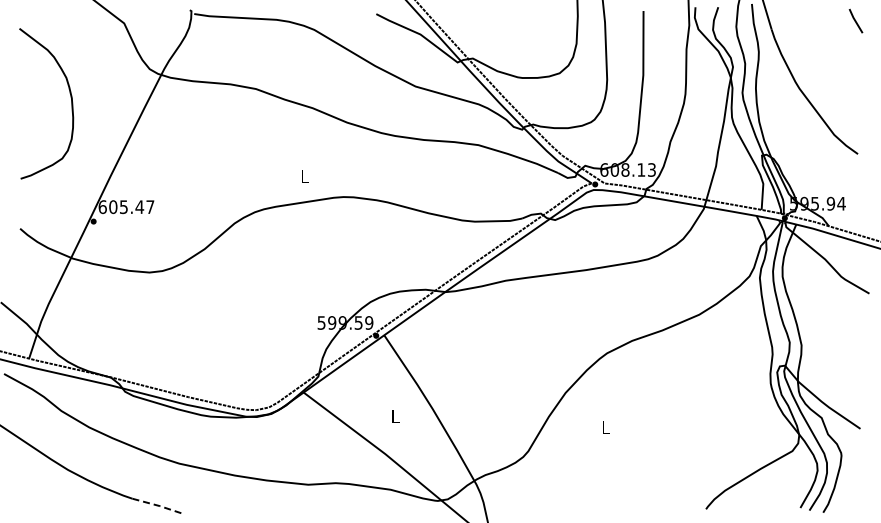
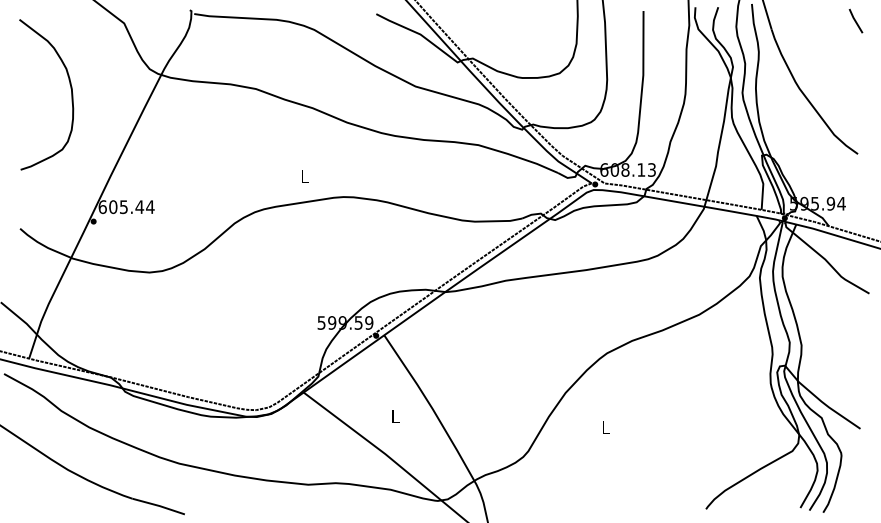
curve at (70, 97) position: (70, 97) -> (70, 88)
text at (150, 206): 605.47 -> 605.44
line at (159, 506): dashed -> solid
